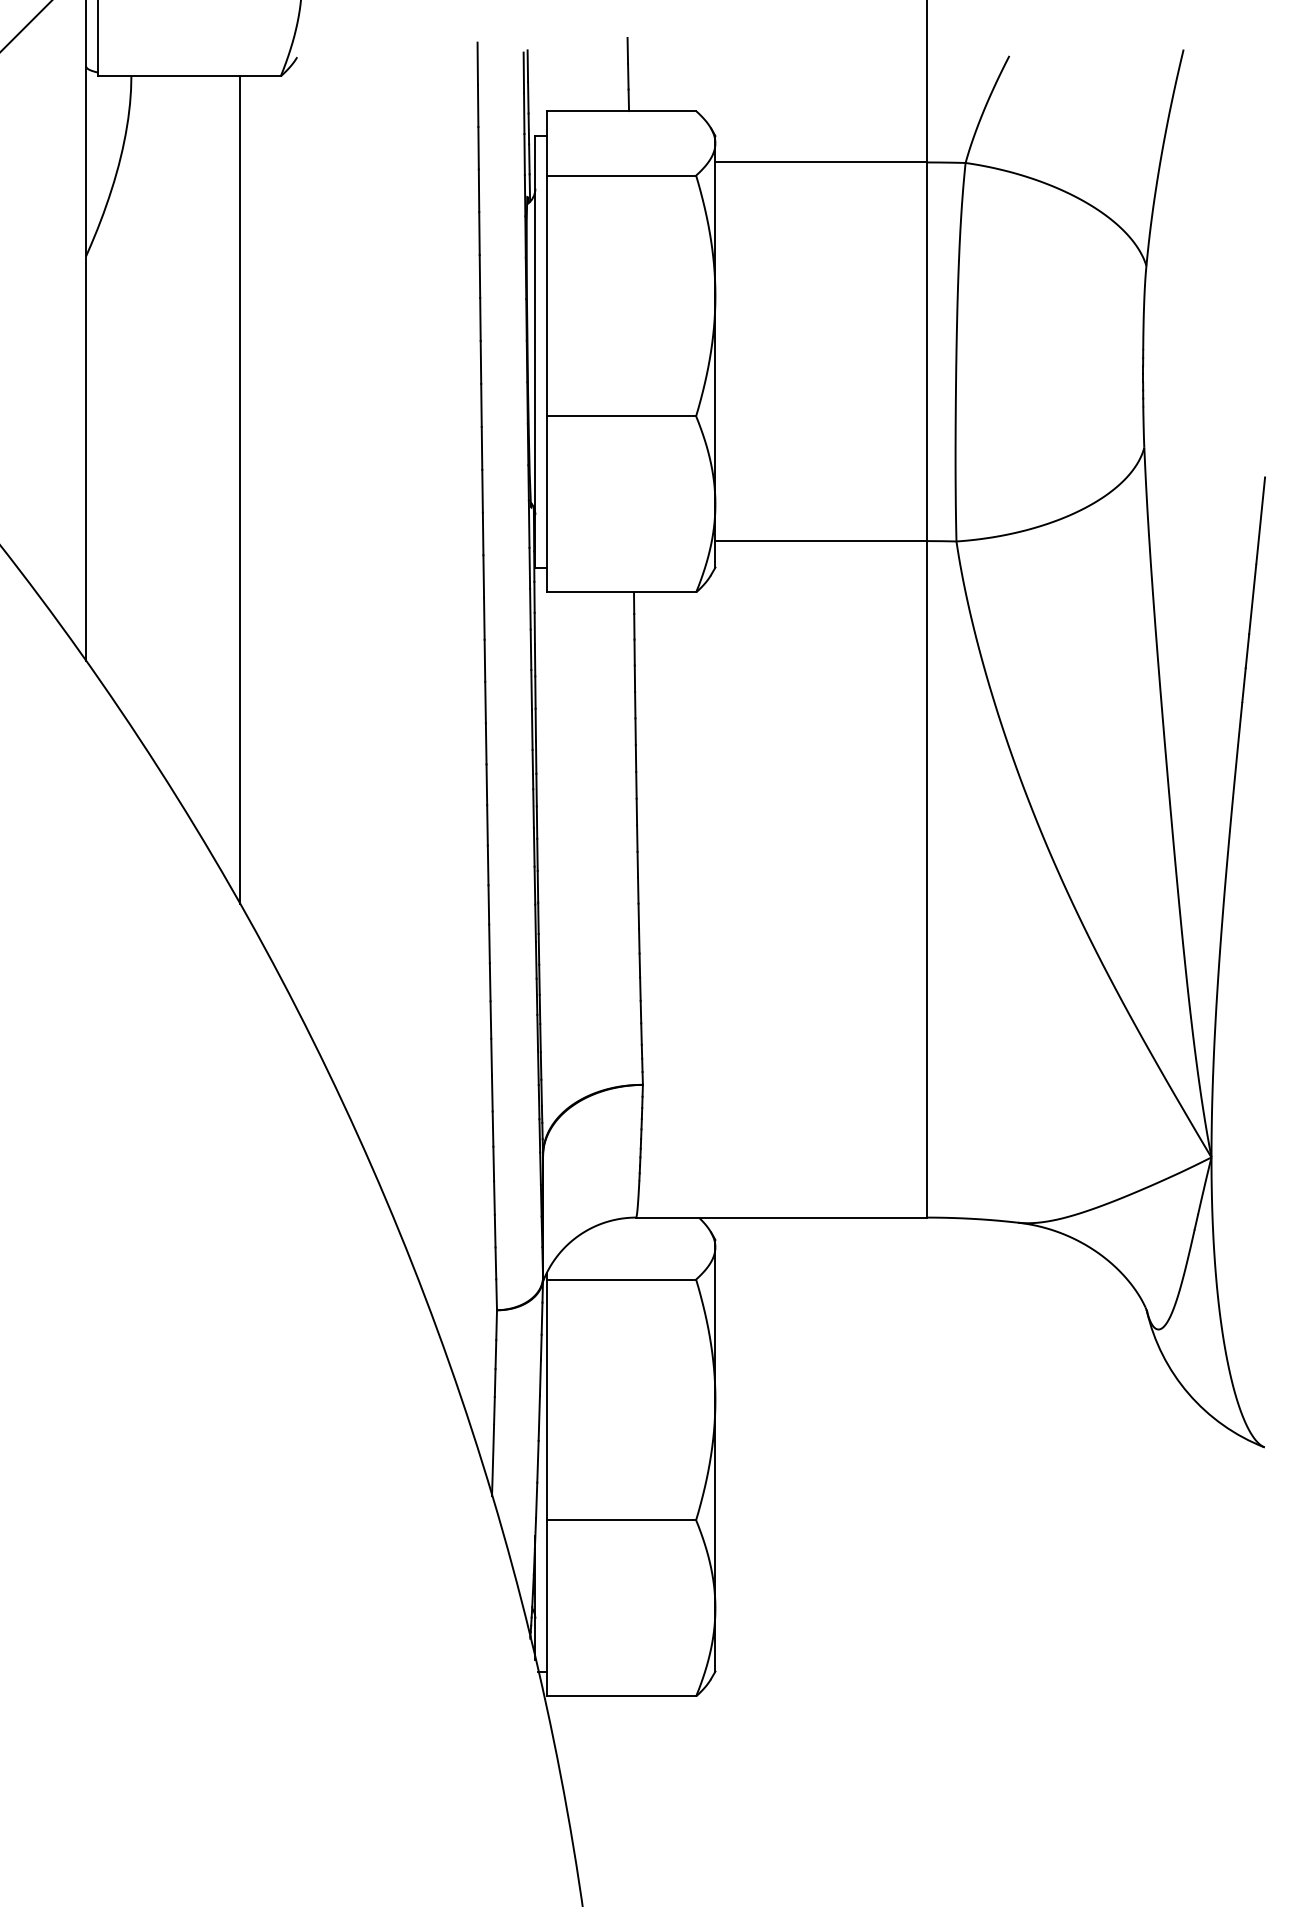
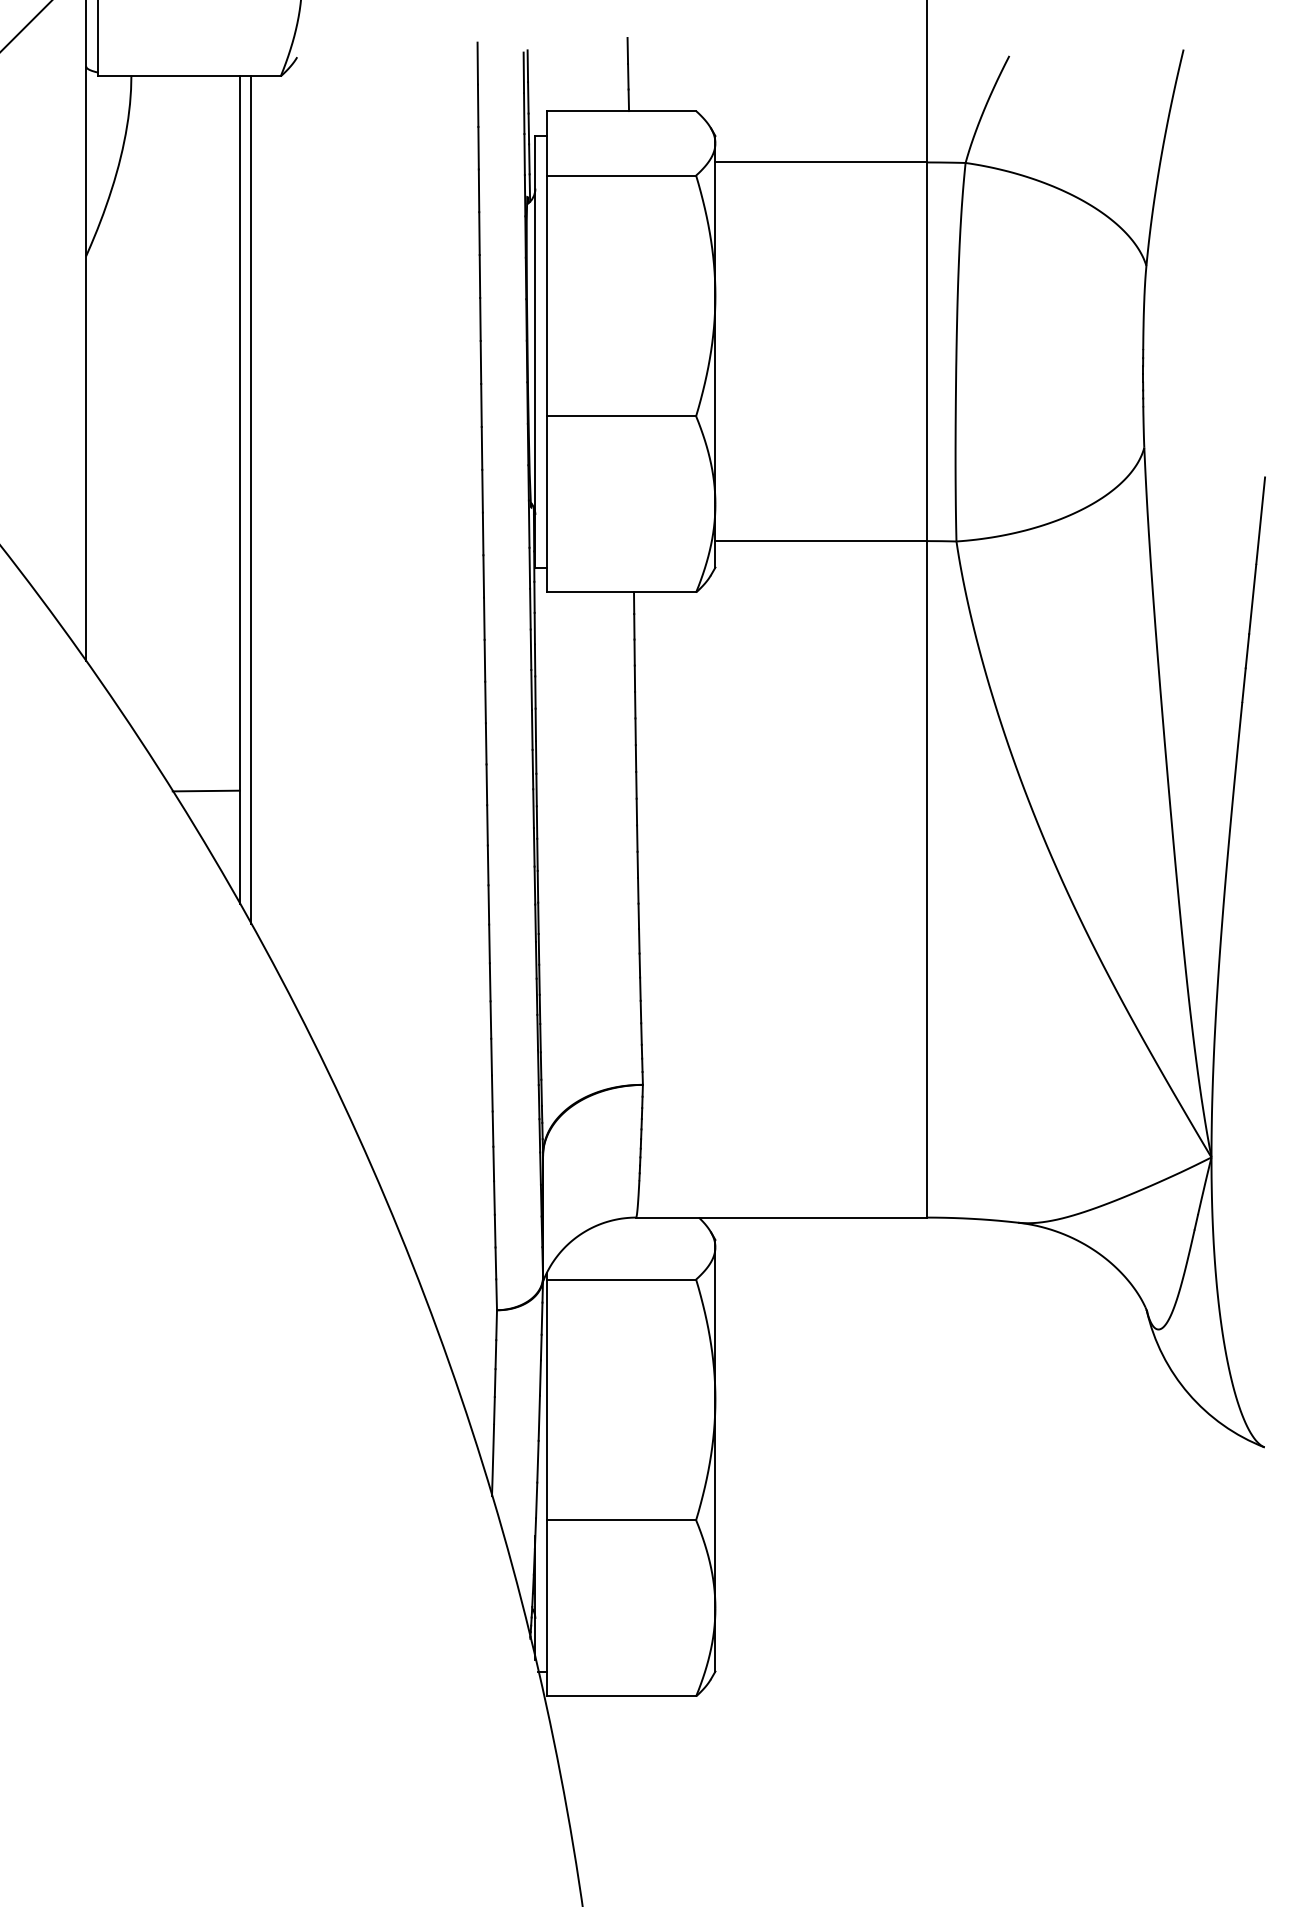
line at (251, 500): none -> present
line at (205, 790): none -> present
